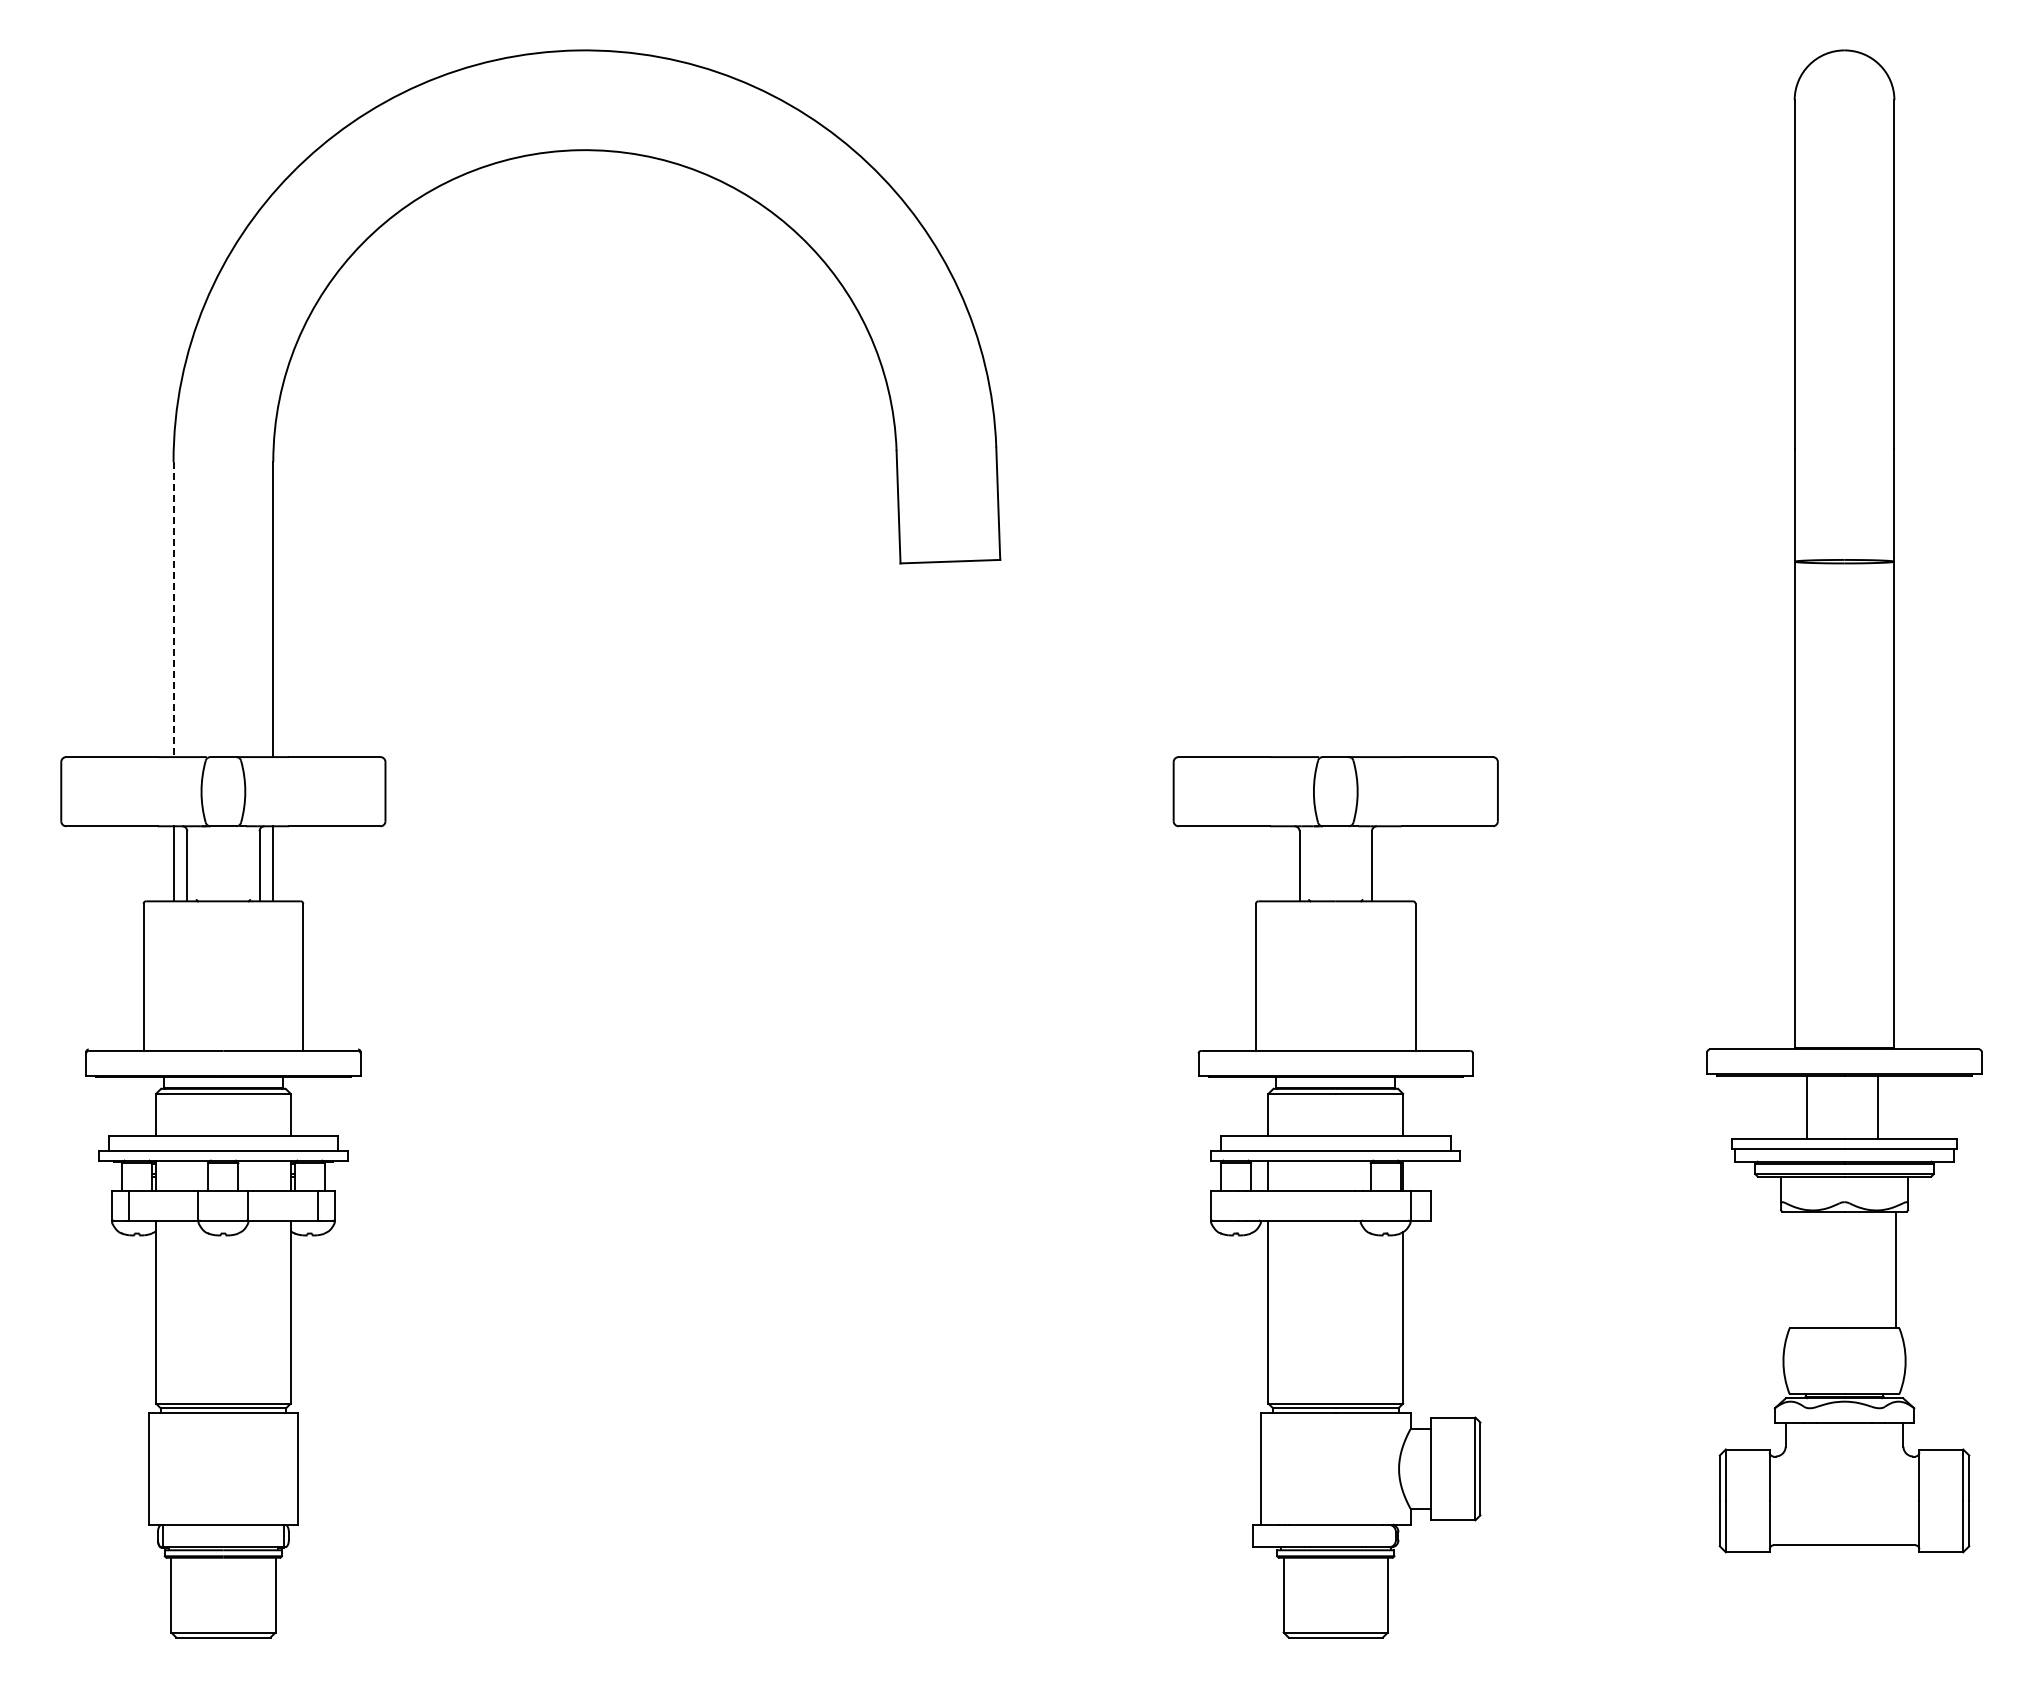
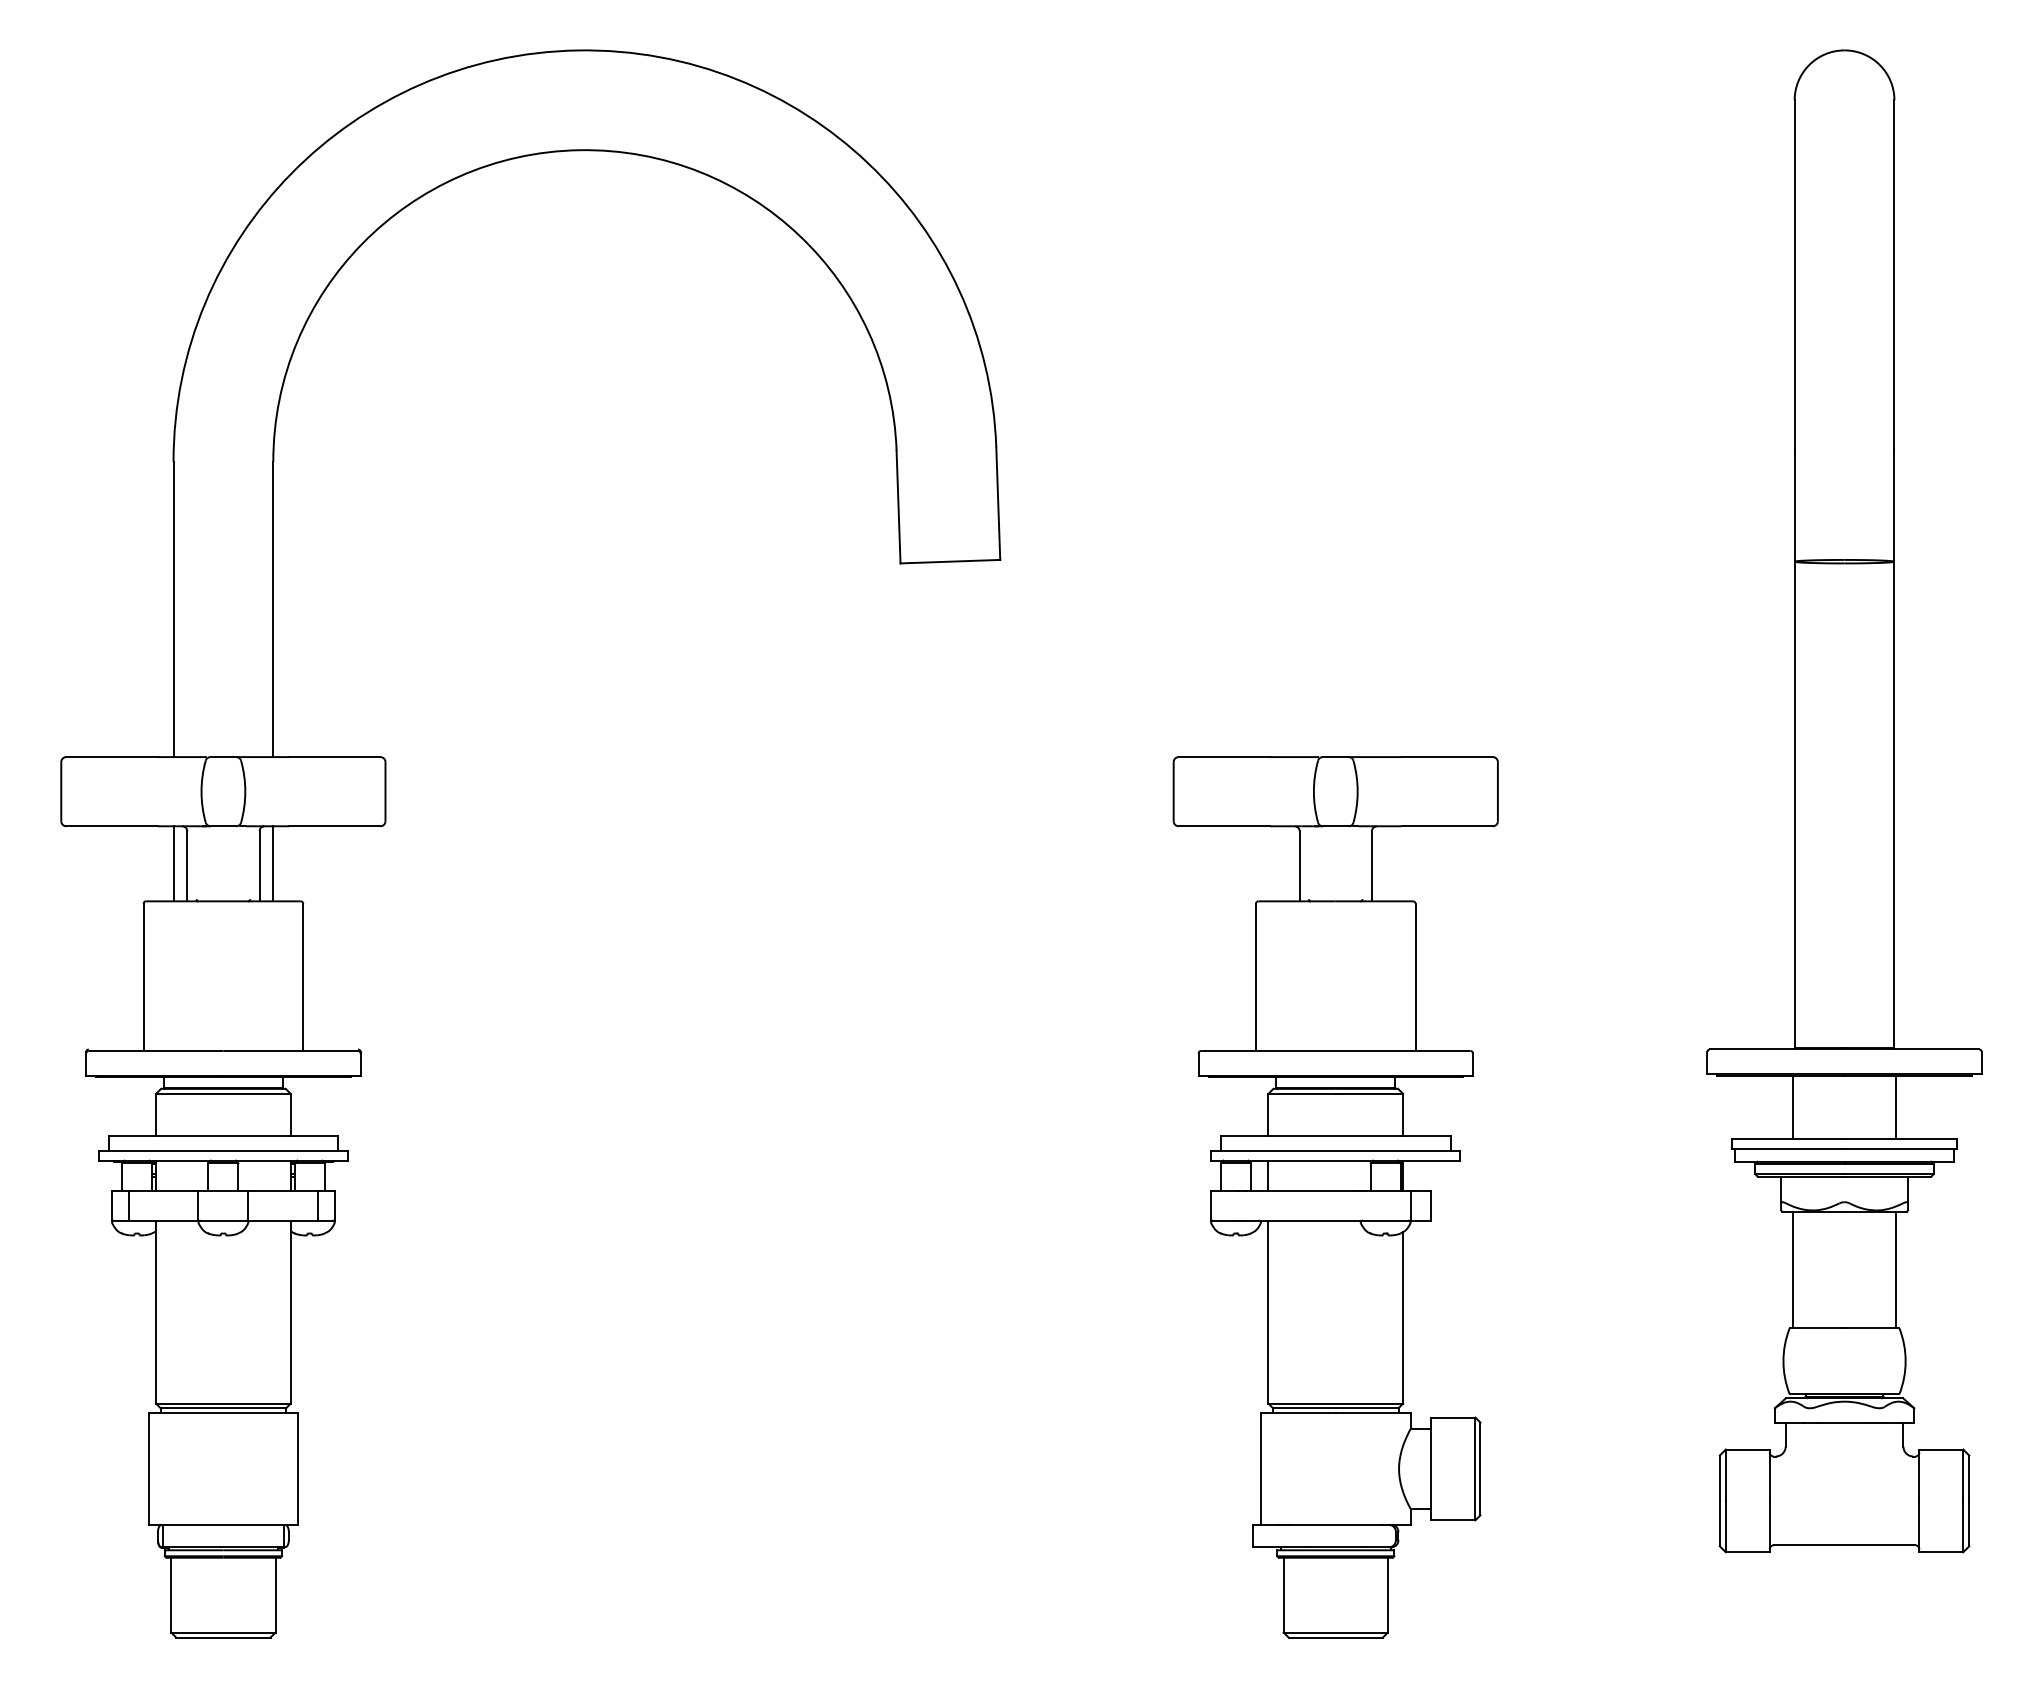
line at (173, 609): dashed -> solid
line at (1807, 1107) position: (1807, 1107) -> (1793, 1107)
line at (1877, 1107) position: (1877, 1107) -> (1895, 1107)
line at (1793, 1269): none -> present
